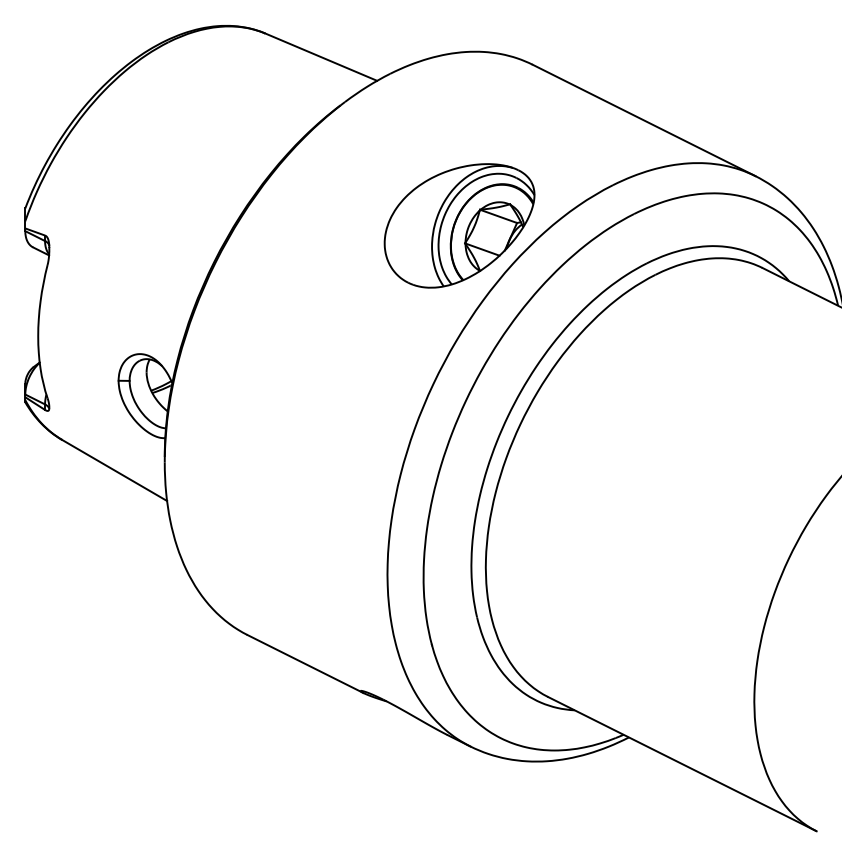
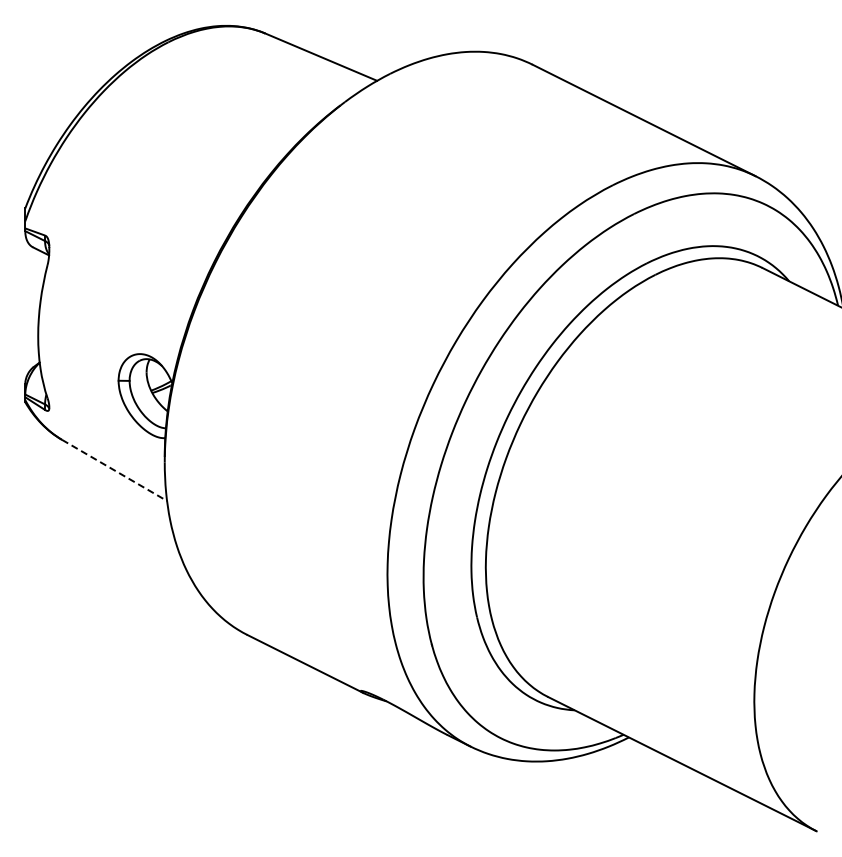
part at (459, 225): present -> none
line at (114, 470): solid -> dashed
